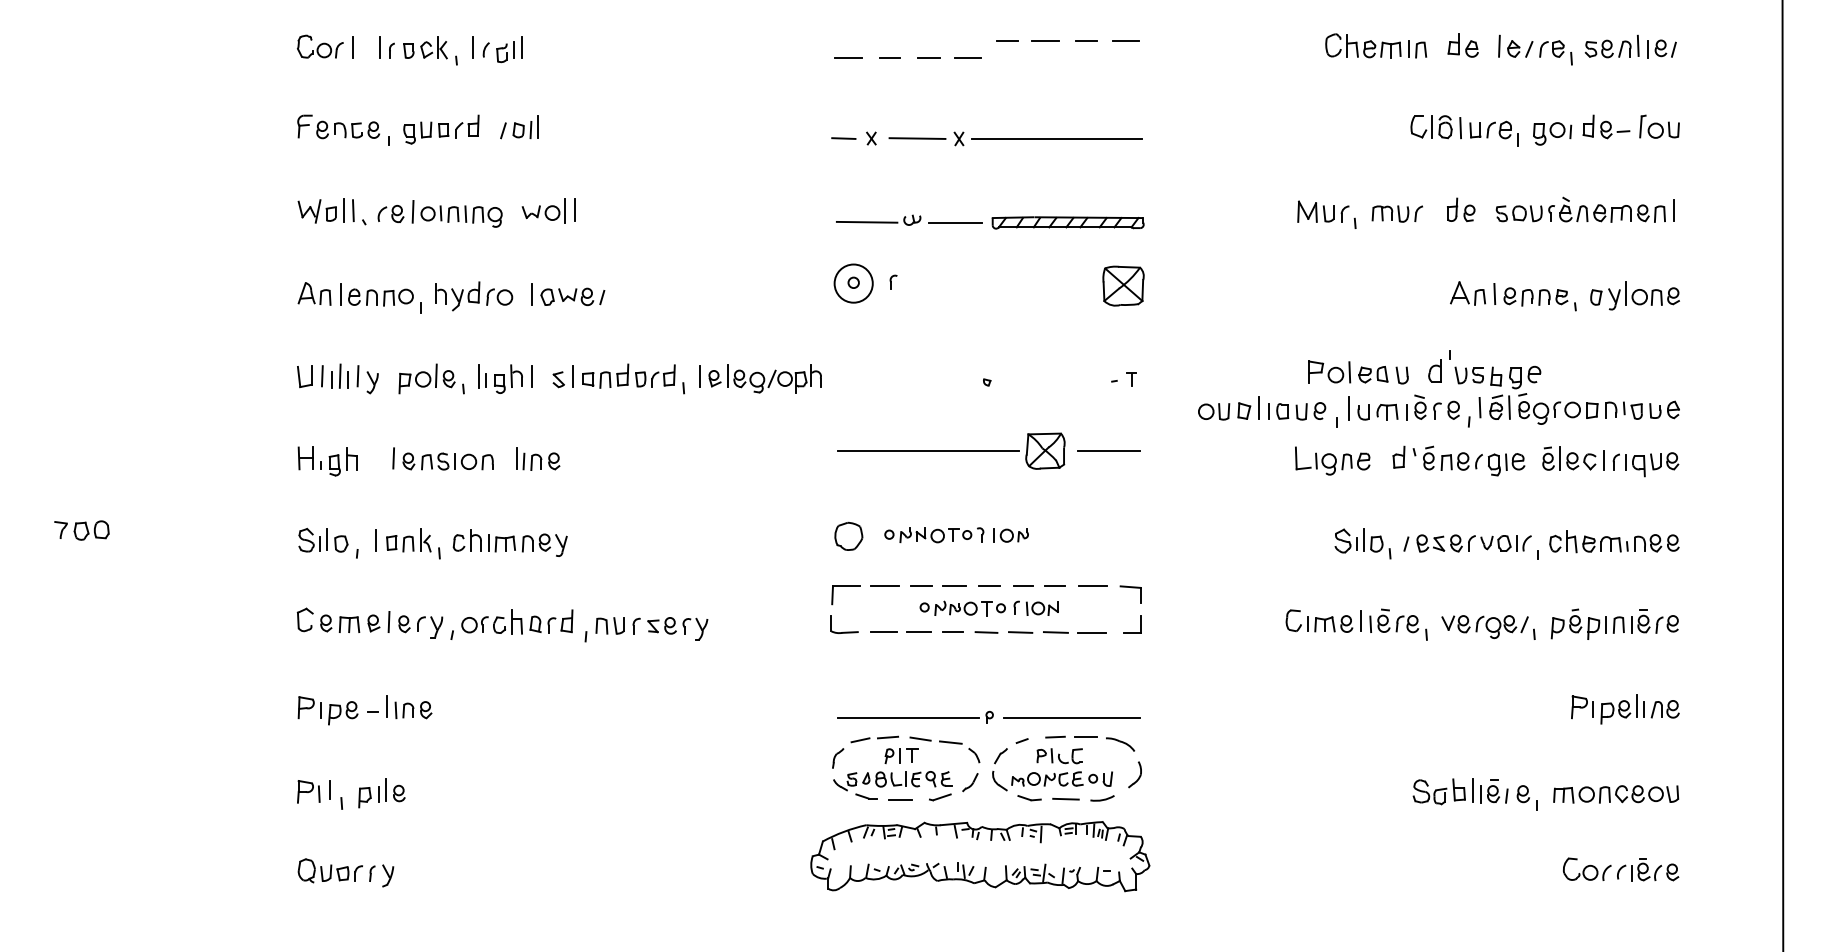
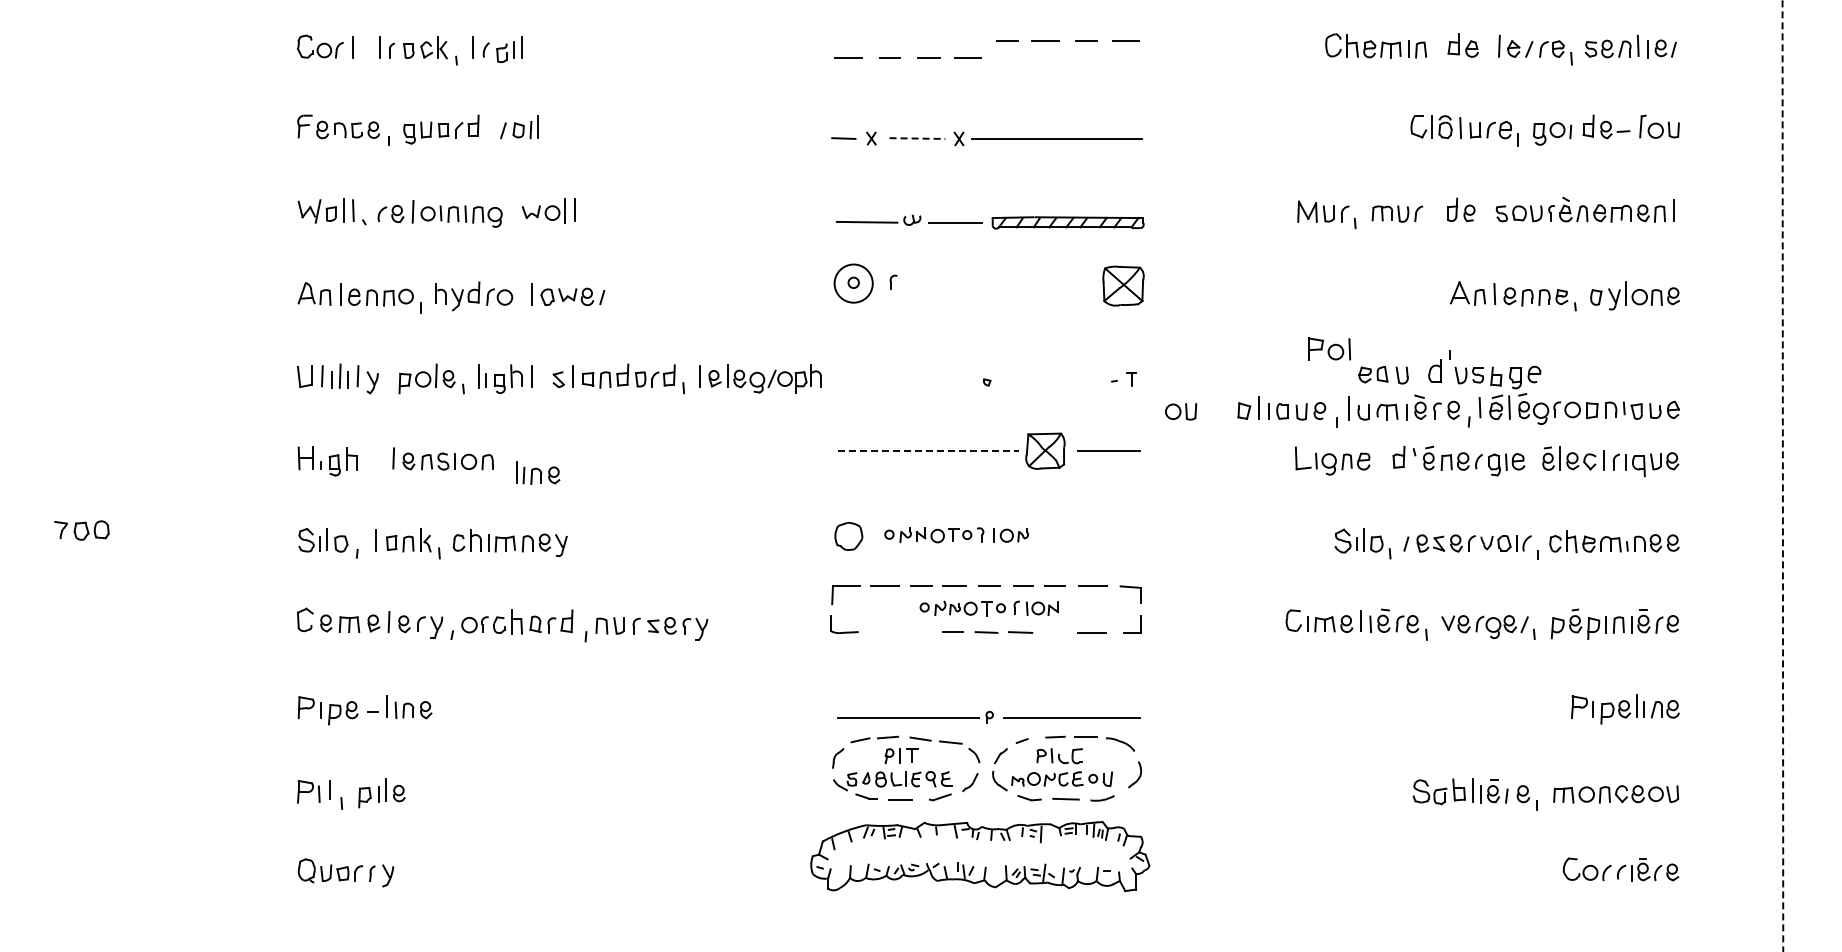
line at (917, 138): solid -> dashed
part at (1329, 371) position: (1329, 371) -> (1329, 348)
part at (1214, 411) position: (1214, 411) -> (1181, 411)
line at (929, 450): solid -> dashed
part at (538, 458) position: (538, 458) -> (538, 472)
line at (1782, 476): solid -> dashed
line at (883, 632): present -> none
line at (918, 632): present -> none
line at (1055, 632): present -> none
